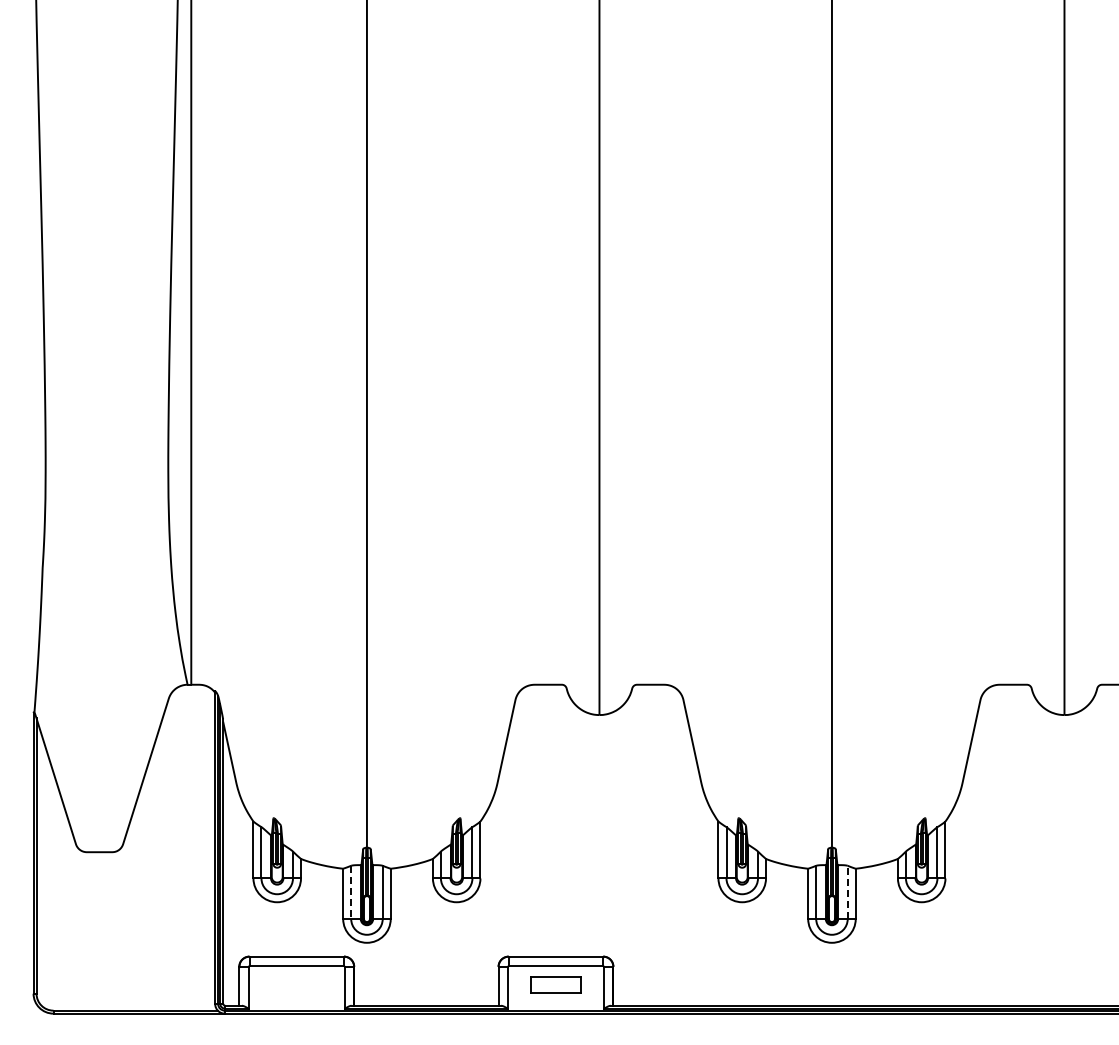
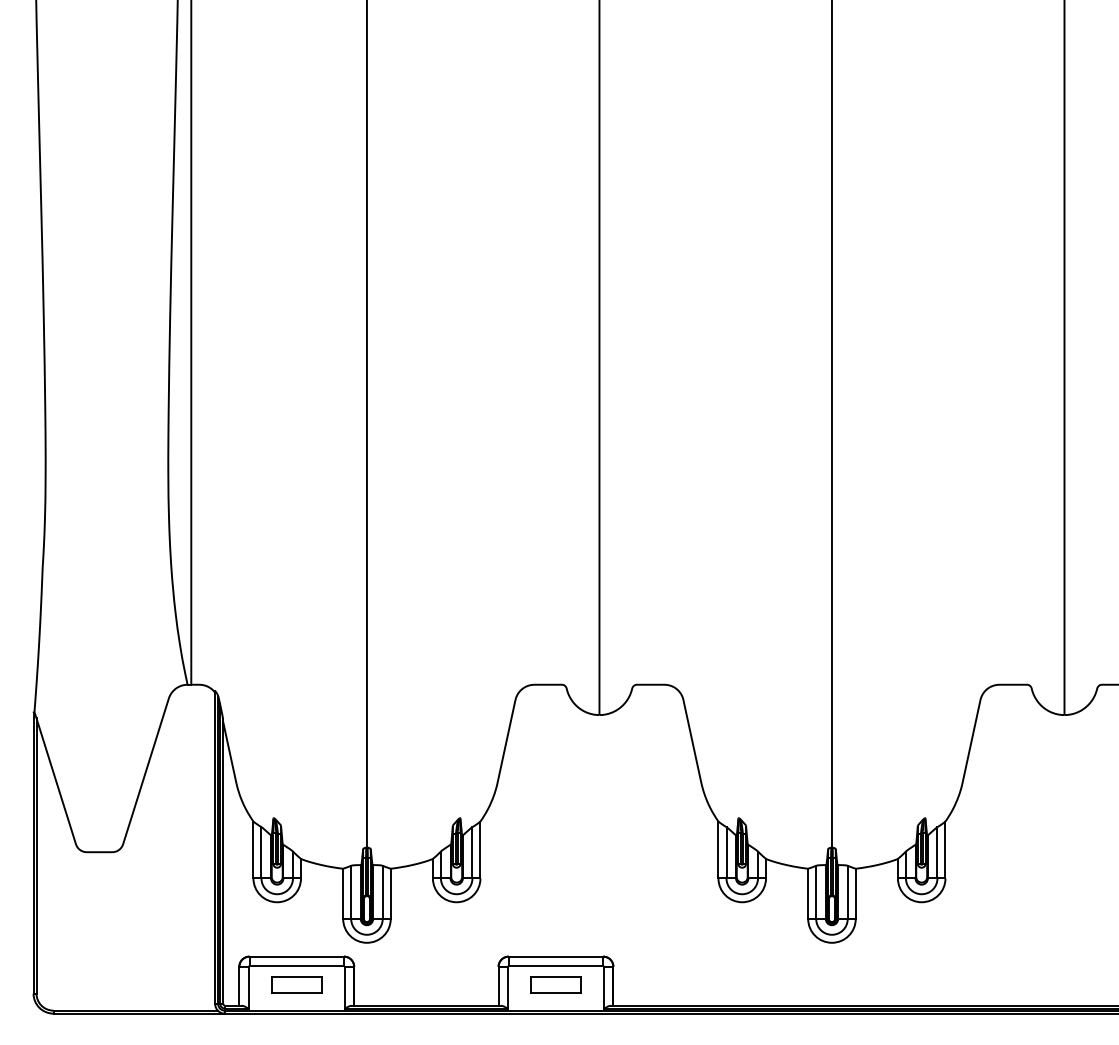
line at (351, 892): dashed -> solid
line at (847, 892): dashed -> solid
part at (296, 984): none -> present
